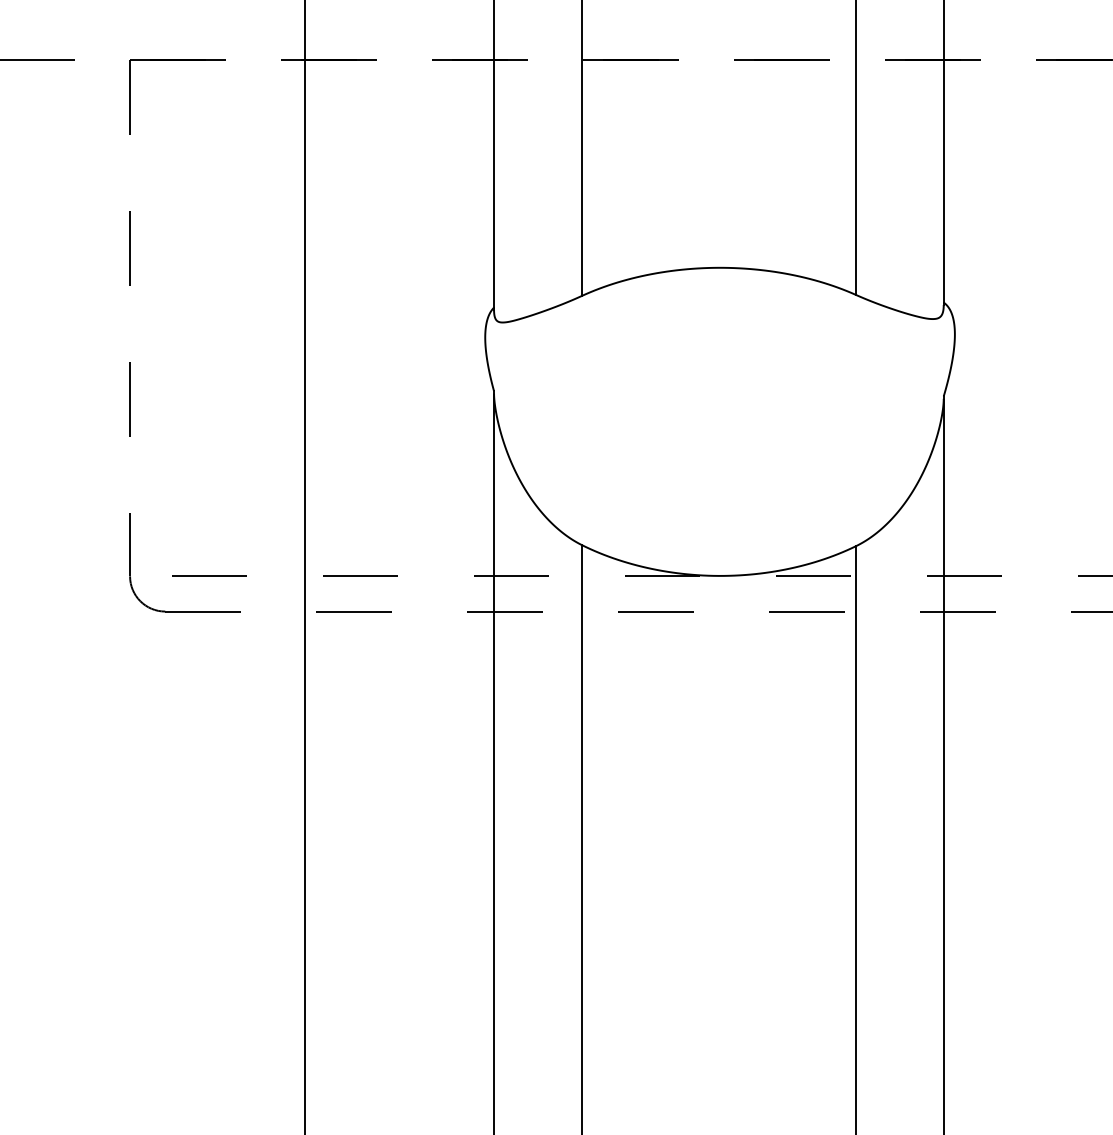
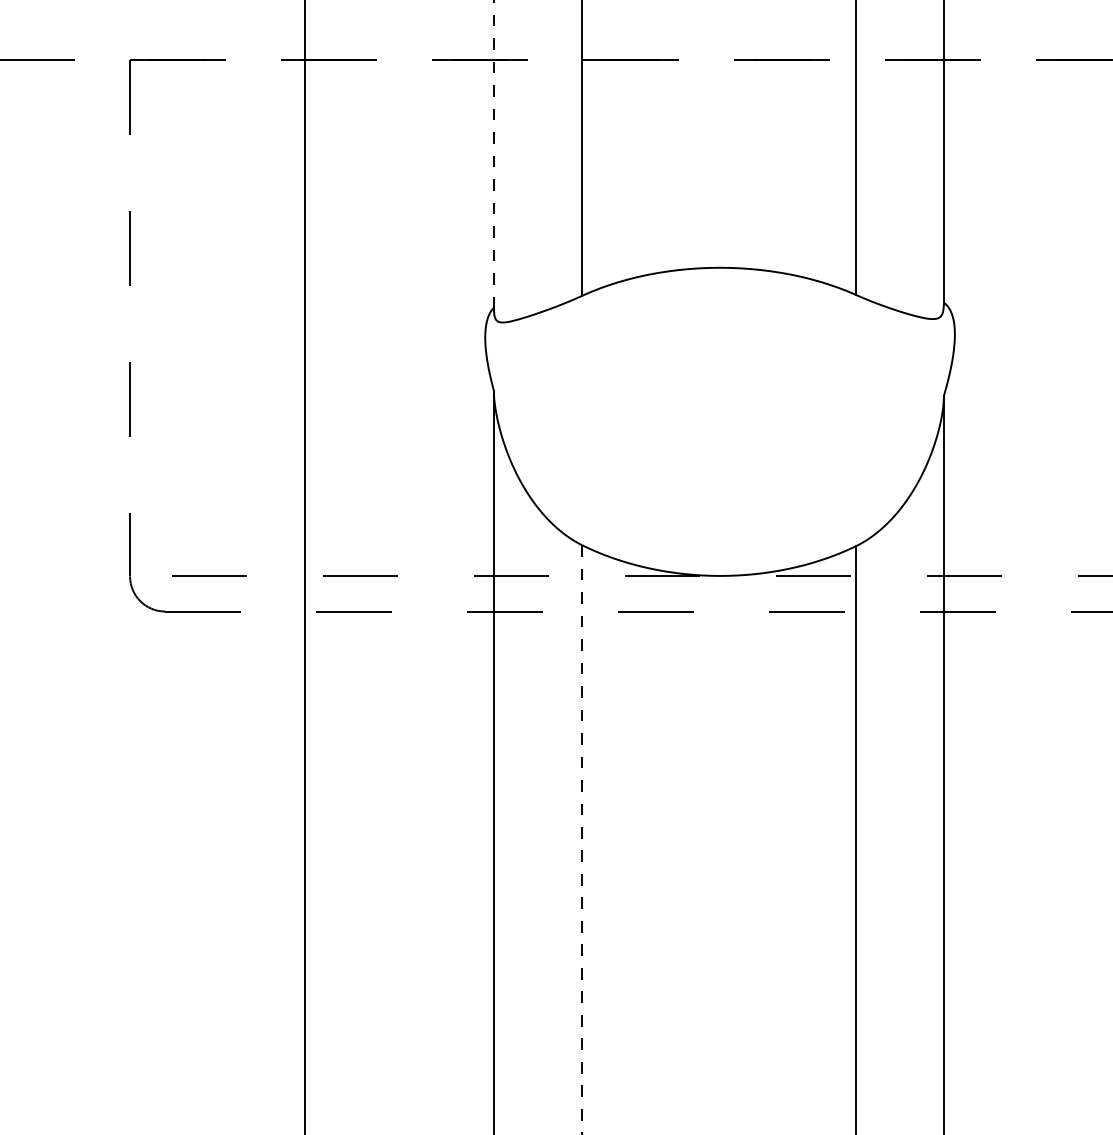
line at (494, 154): solid -> dashed
line at (582, 839): solid -> dashed
